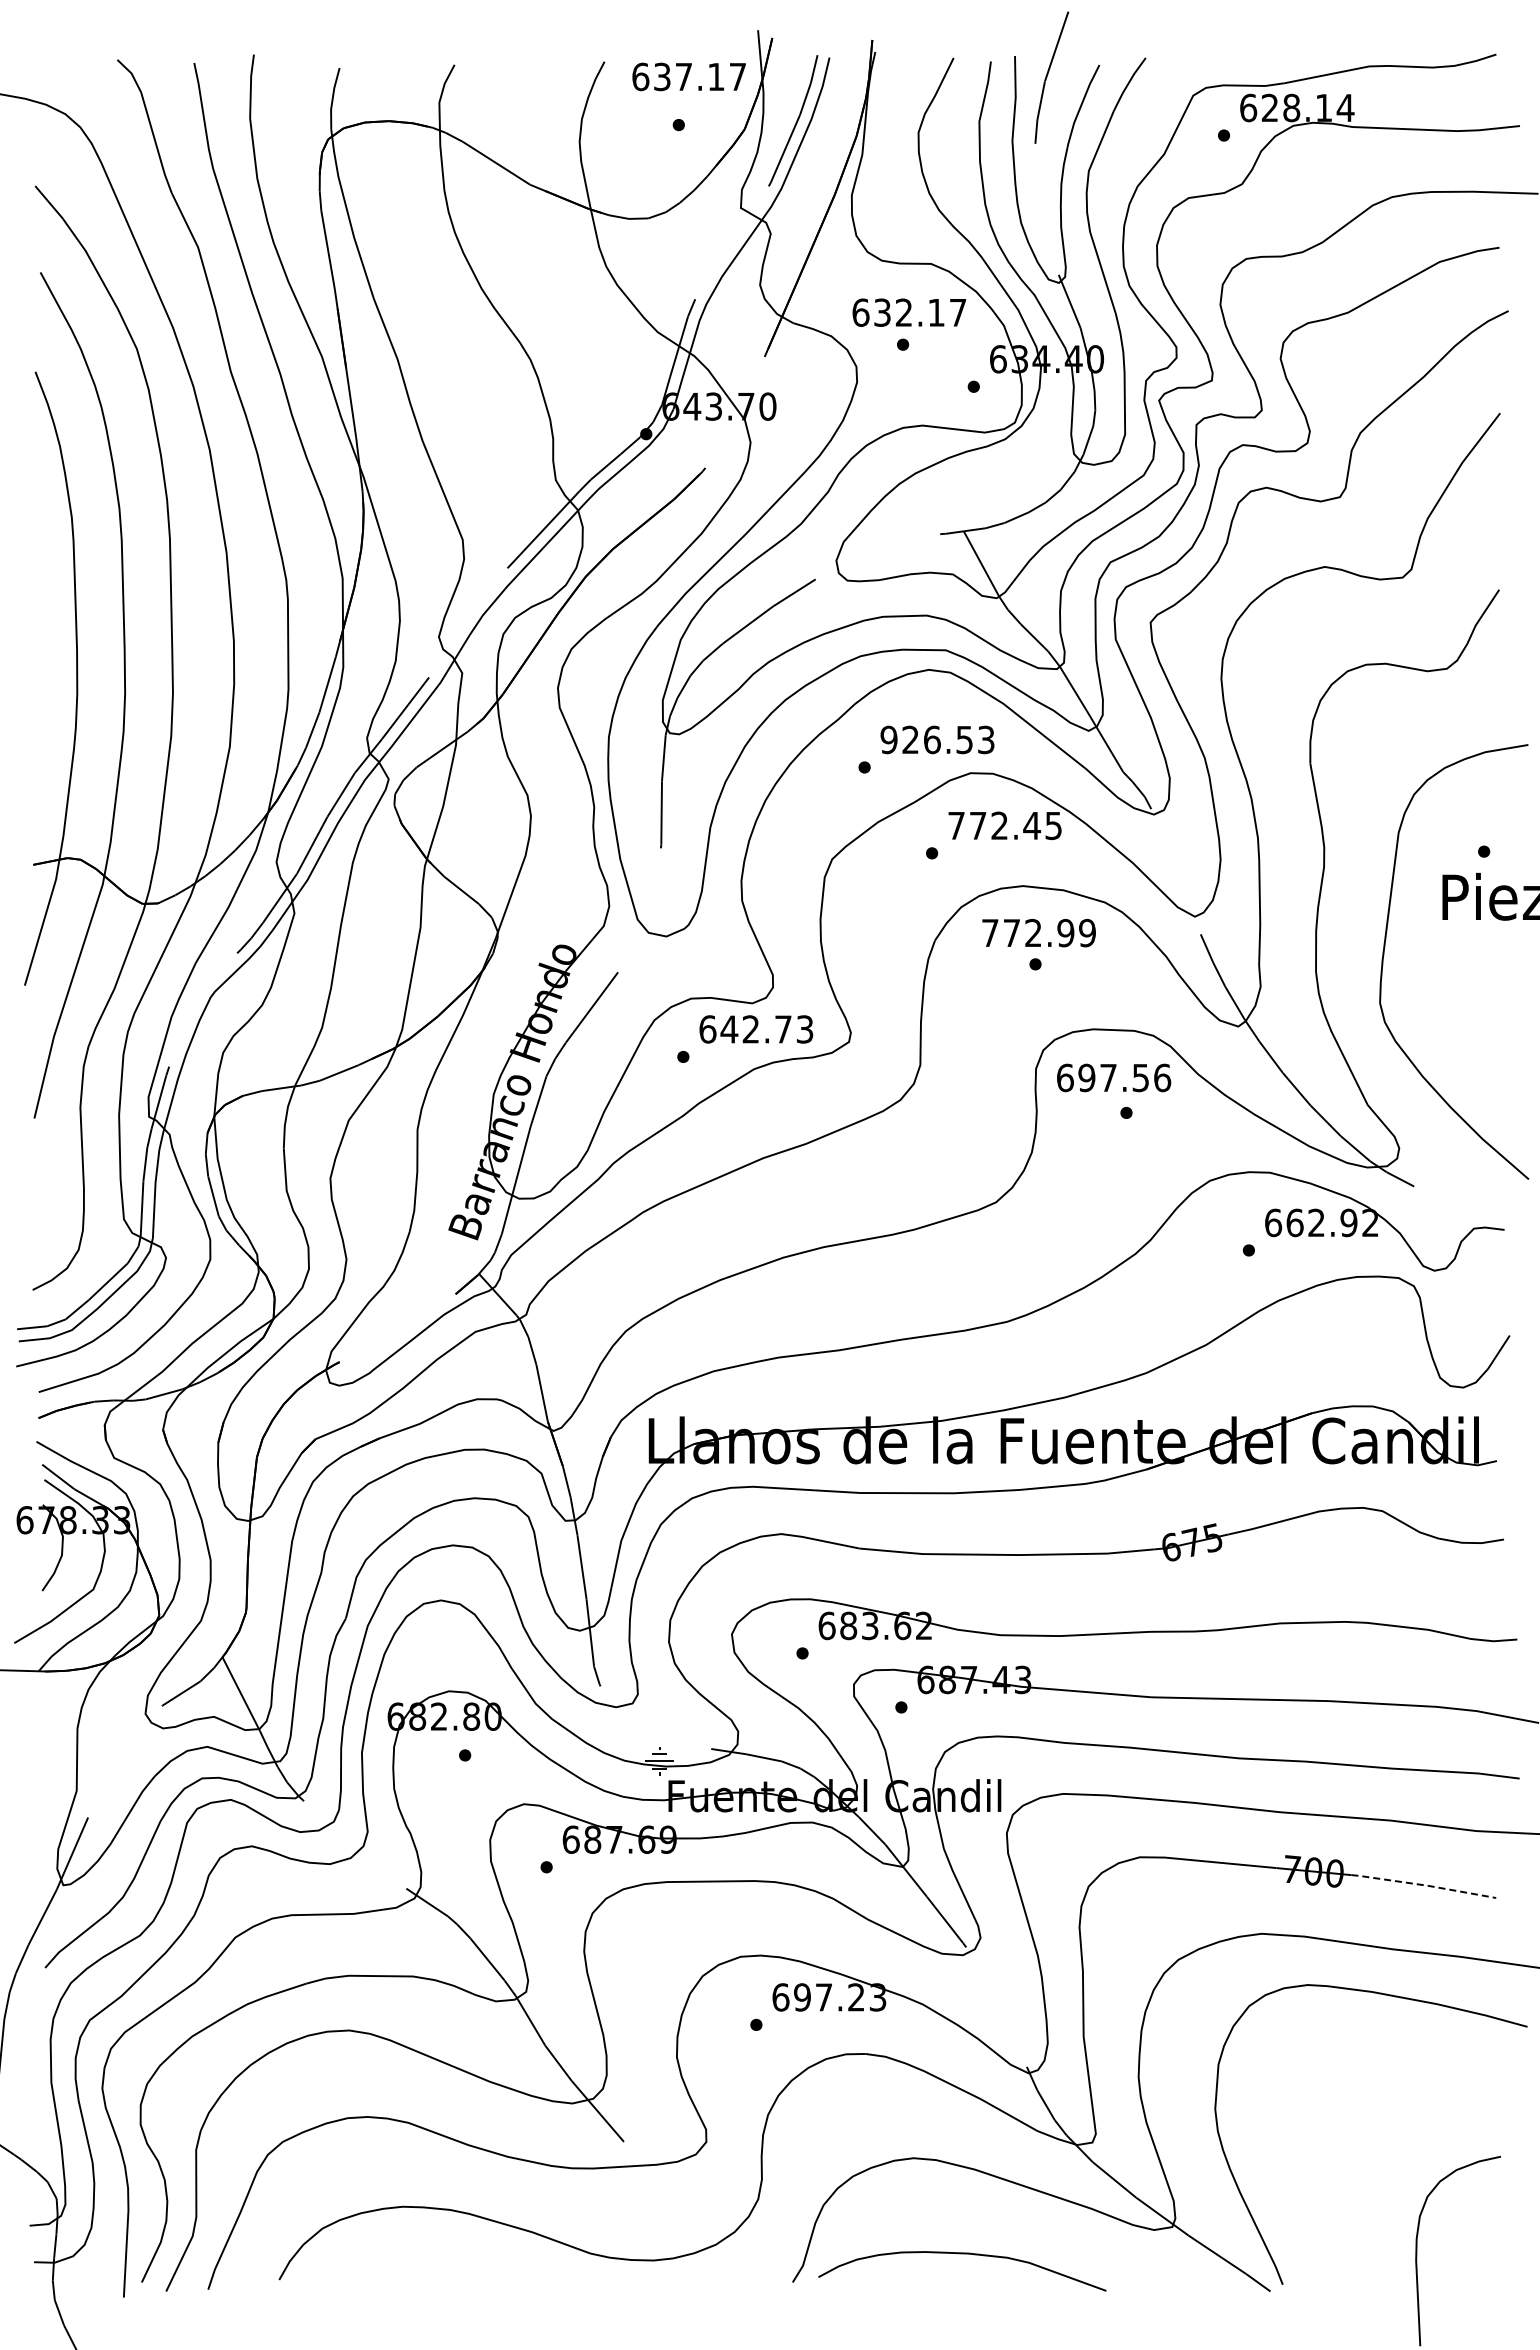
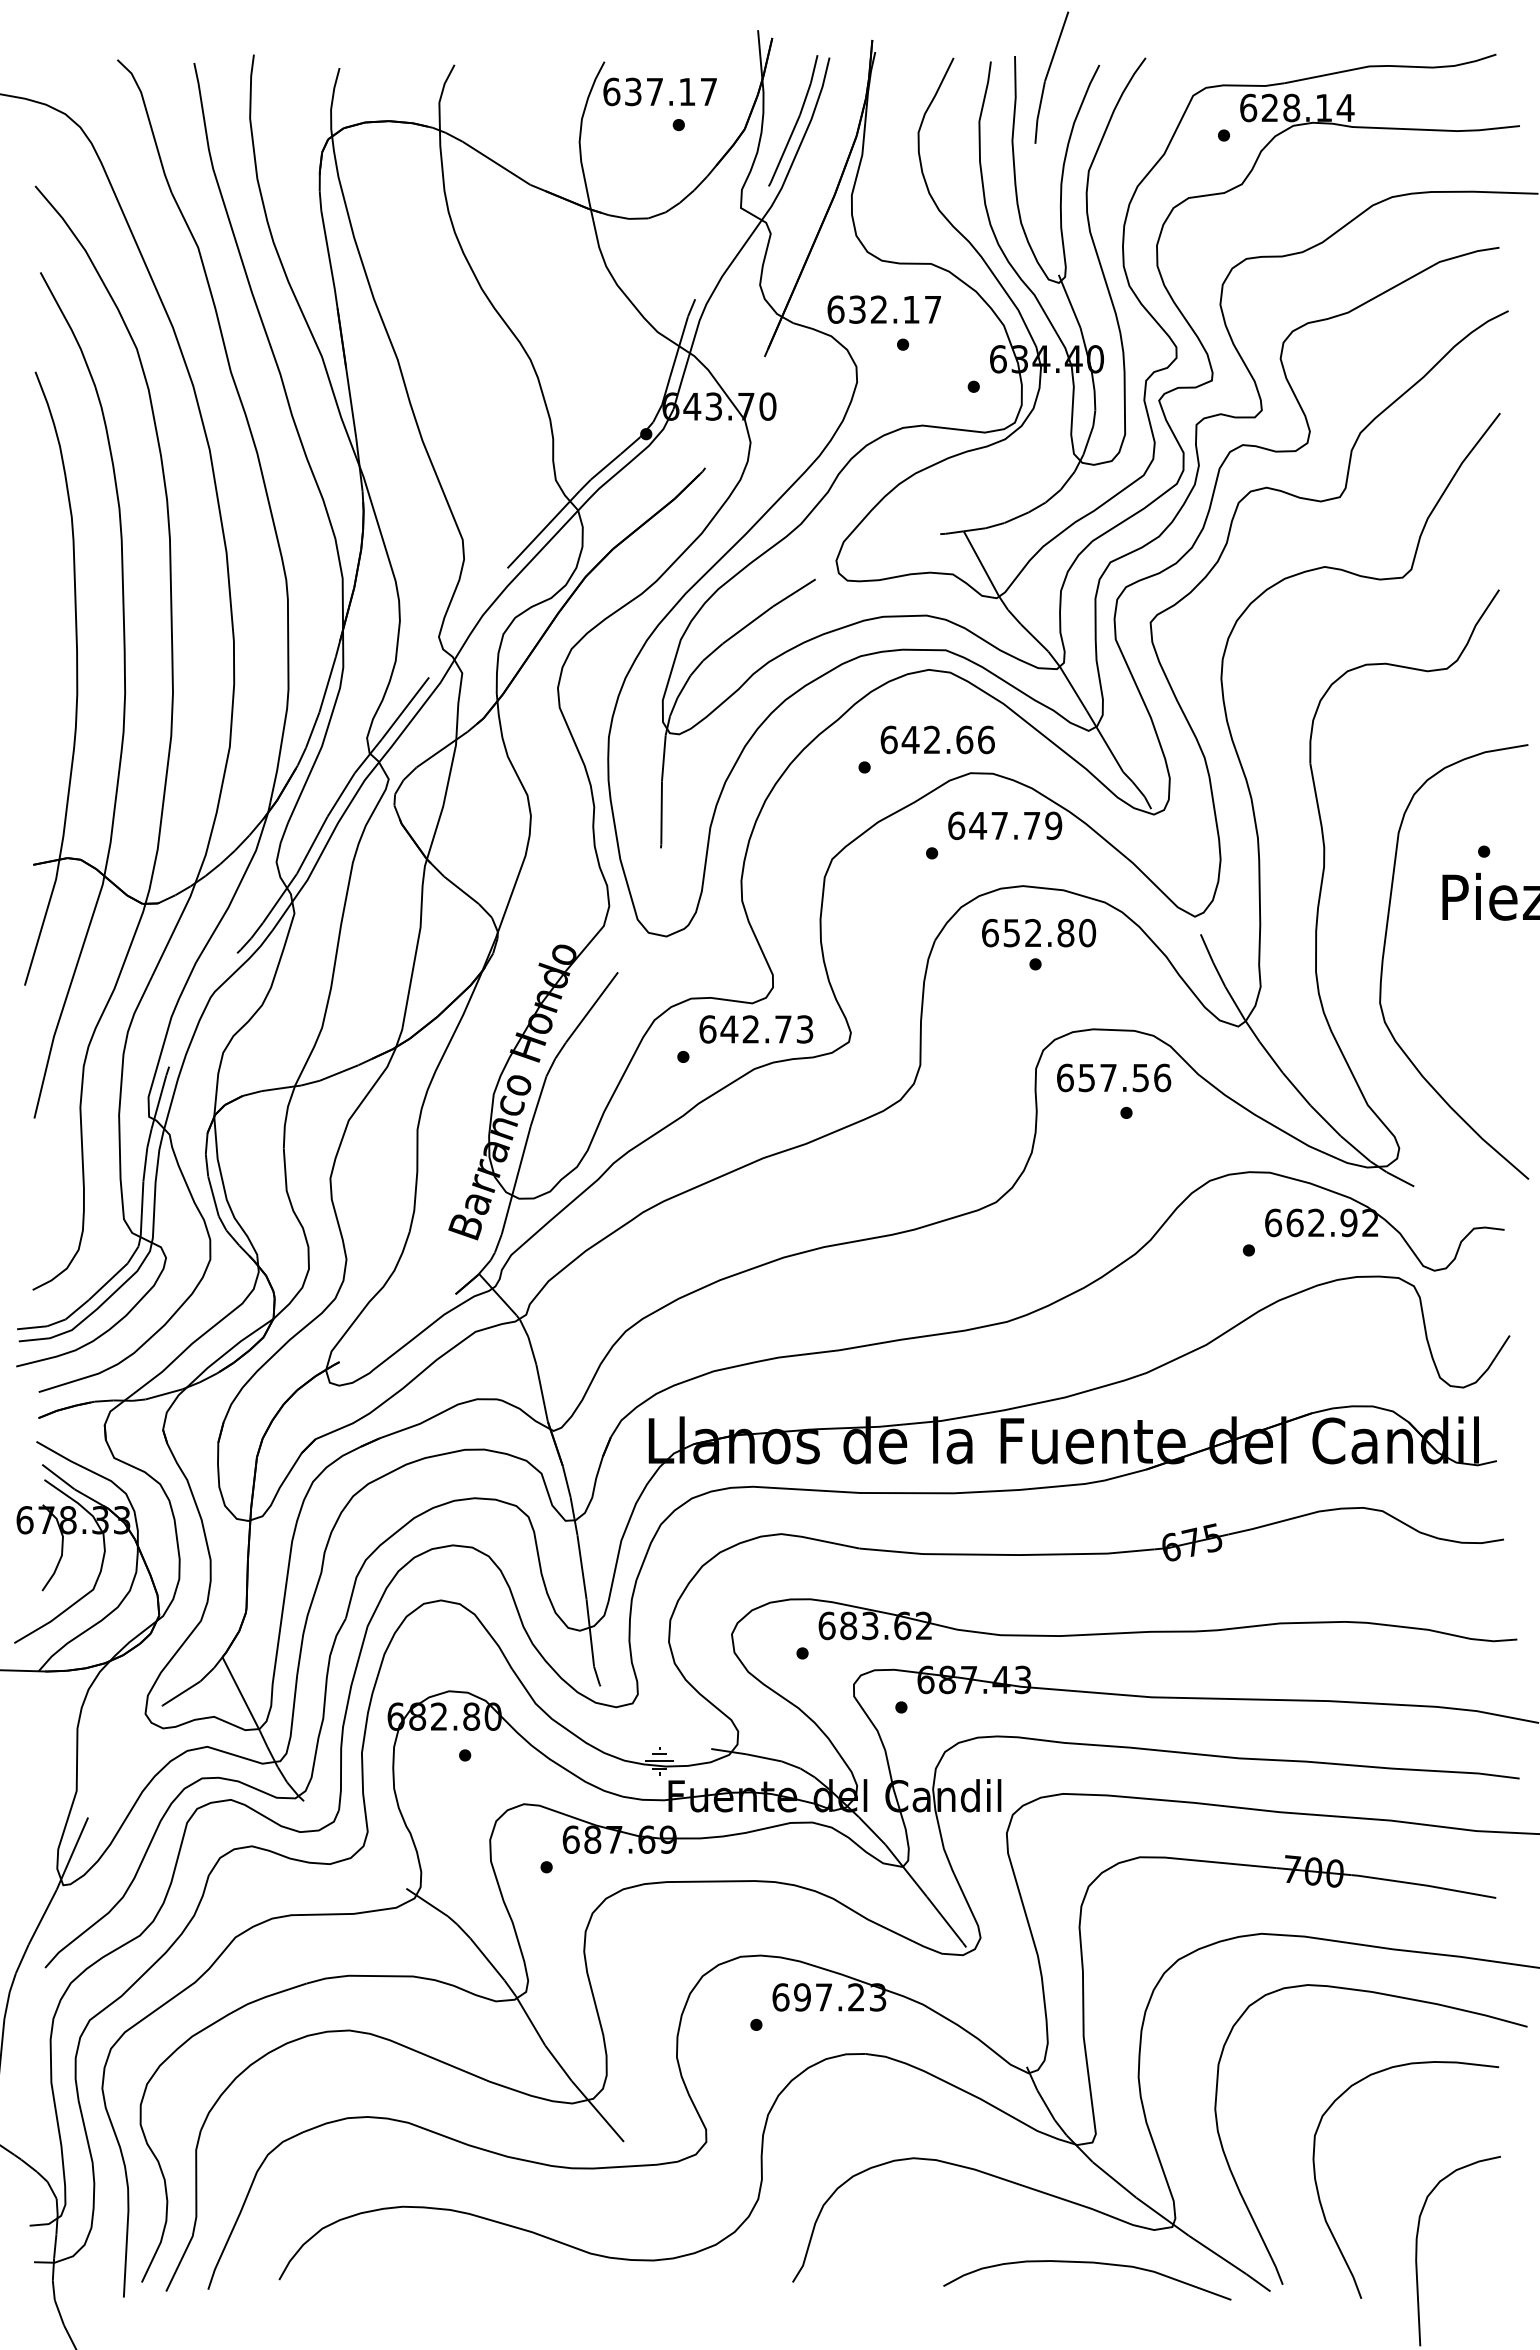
text at (688, 76) position: (688, 76) -> (659, 91)
text at (908, 312) position: (908, 312) -> (883, 309)
text at (937, 739): 926.53 -> 642.66
text at (1005, 825): 772.45 -> 647.79
text at (1039, 932): 772.99 -> 652.80
text at (1086, 1077): 697.56 -> 657.56
line at (1423, 1885): dashed -> solid
curve at (1322, 2205): none -> present
curve at (962, 2254) position: (962, 2254) -> (1087, 2263)
